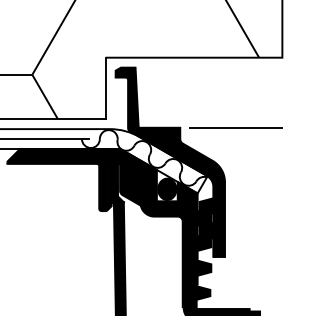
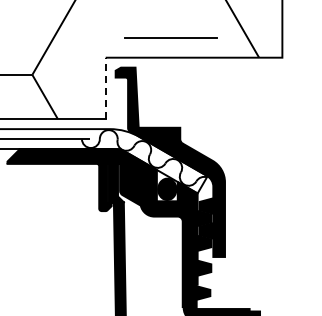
line at (105, 88): solid -> dashed
line at (235, 127) position: (235, 127) -> (170, 37)
